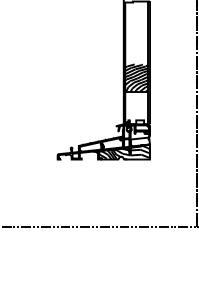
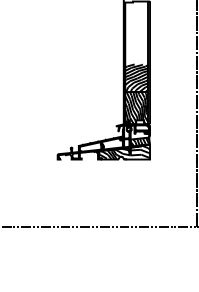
hatch at (136, 107): none -> present
hatch at (139, 141): none -> present
